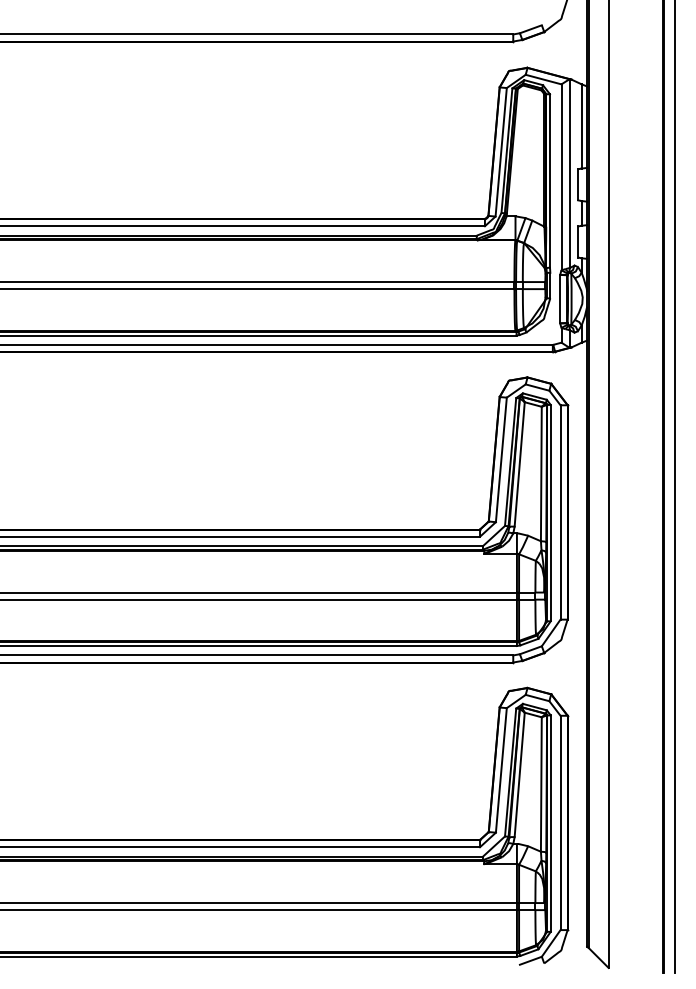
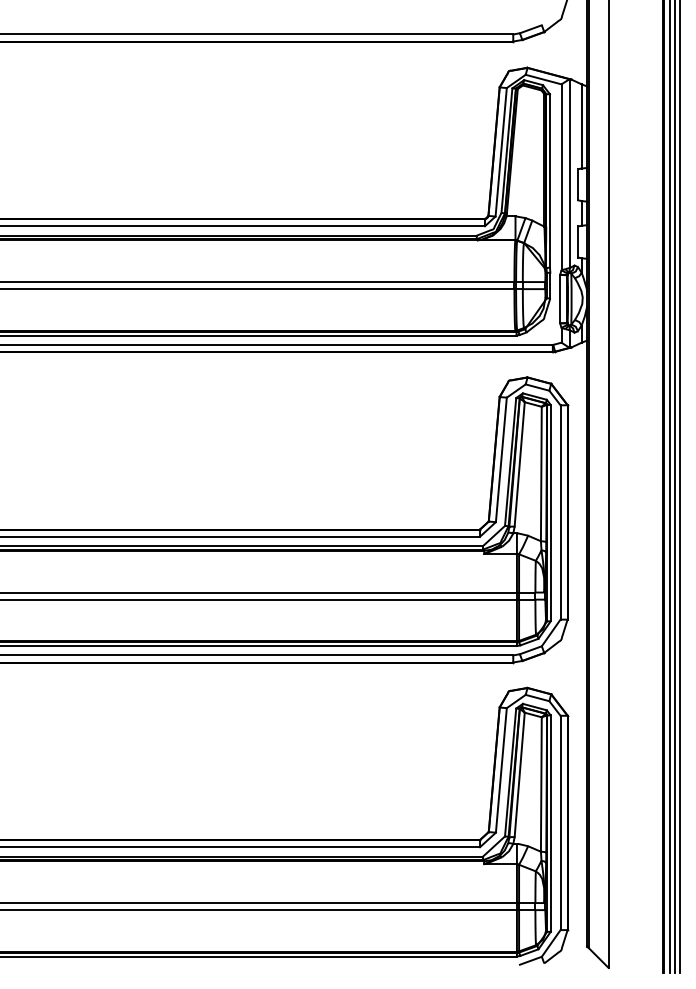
line at (669, 487): none -> present
line at (680, 487): none -> present
